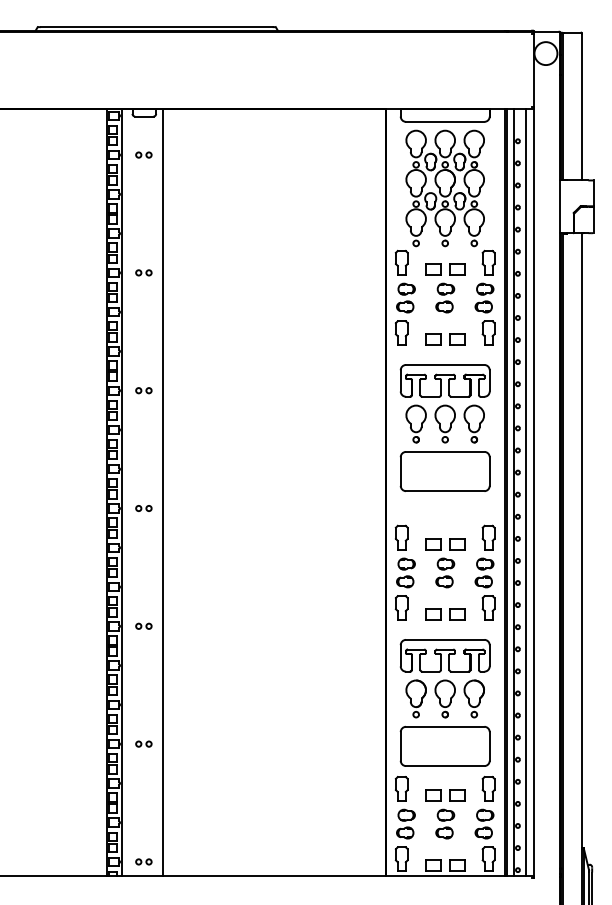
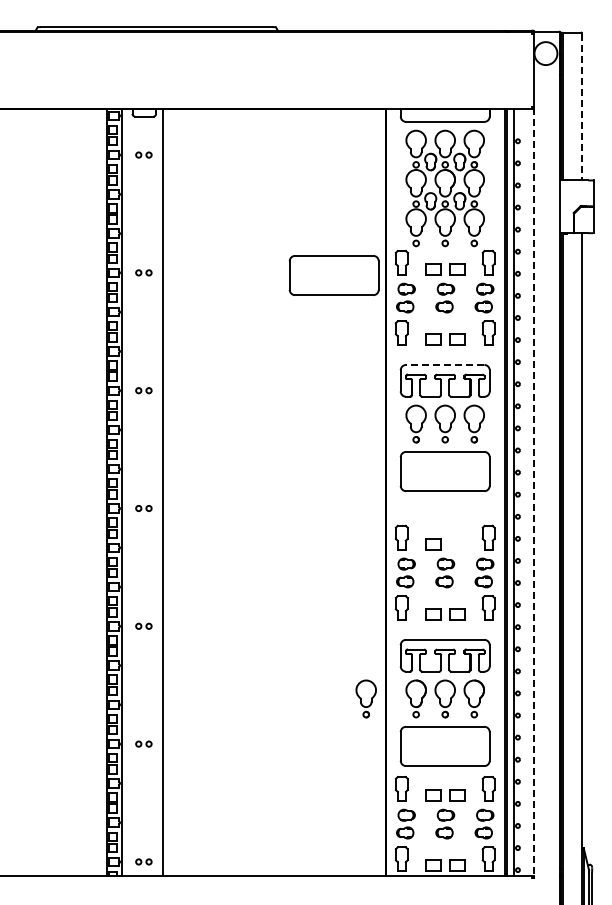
line at (582, 107): solid -> dashed
part at (333, 275): none -> present
line at (444, 364): solid -> dashed
line at (525, 491): present -> none
line at (533, 492): solid -> dashed
part at (457, 544): present -> none
part at (365, 698): none -> present
